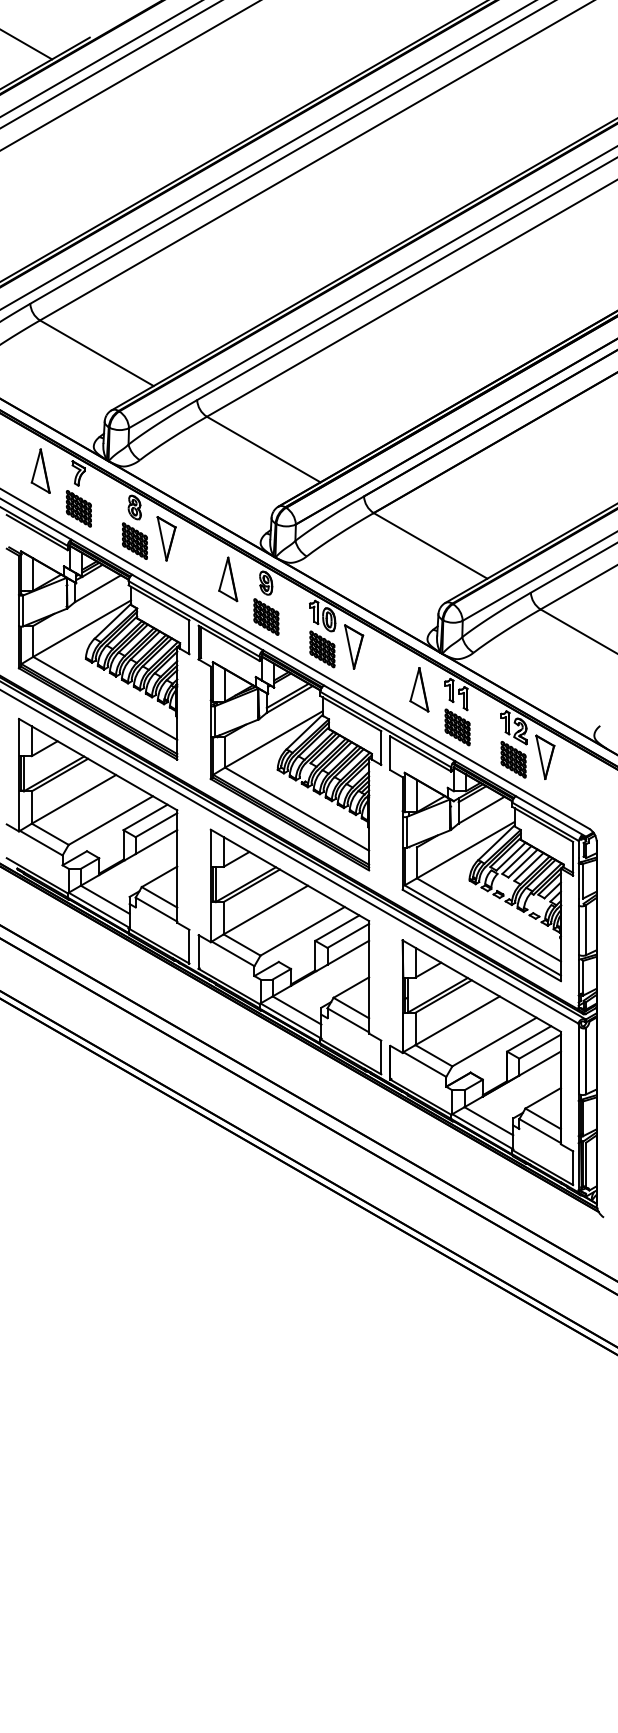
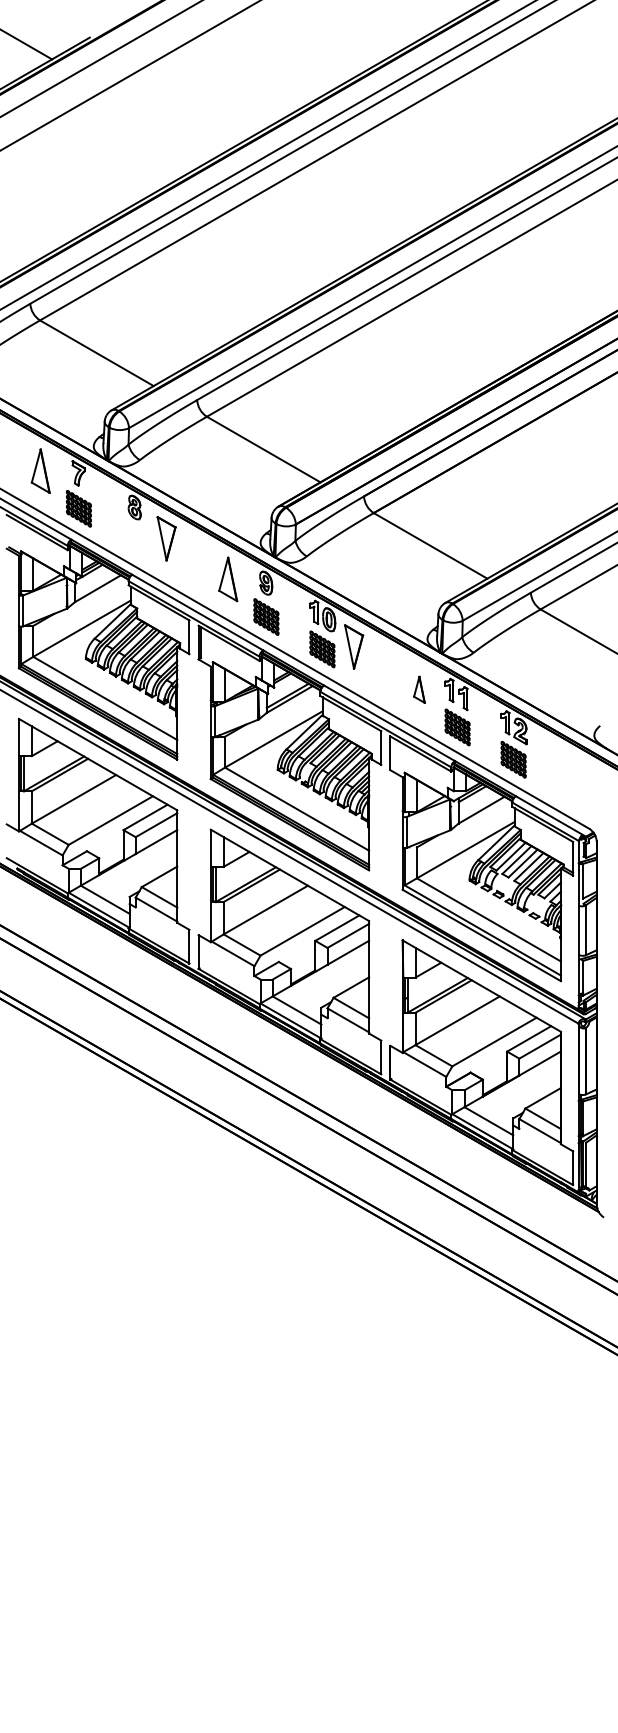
line at (110, 64): present -> none
part at (134, 540): present -> none
part at (419, 689) size: 21x46 px -> 13x29 px
part at (545, 756): present -> none
